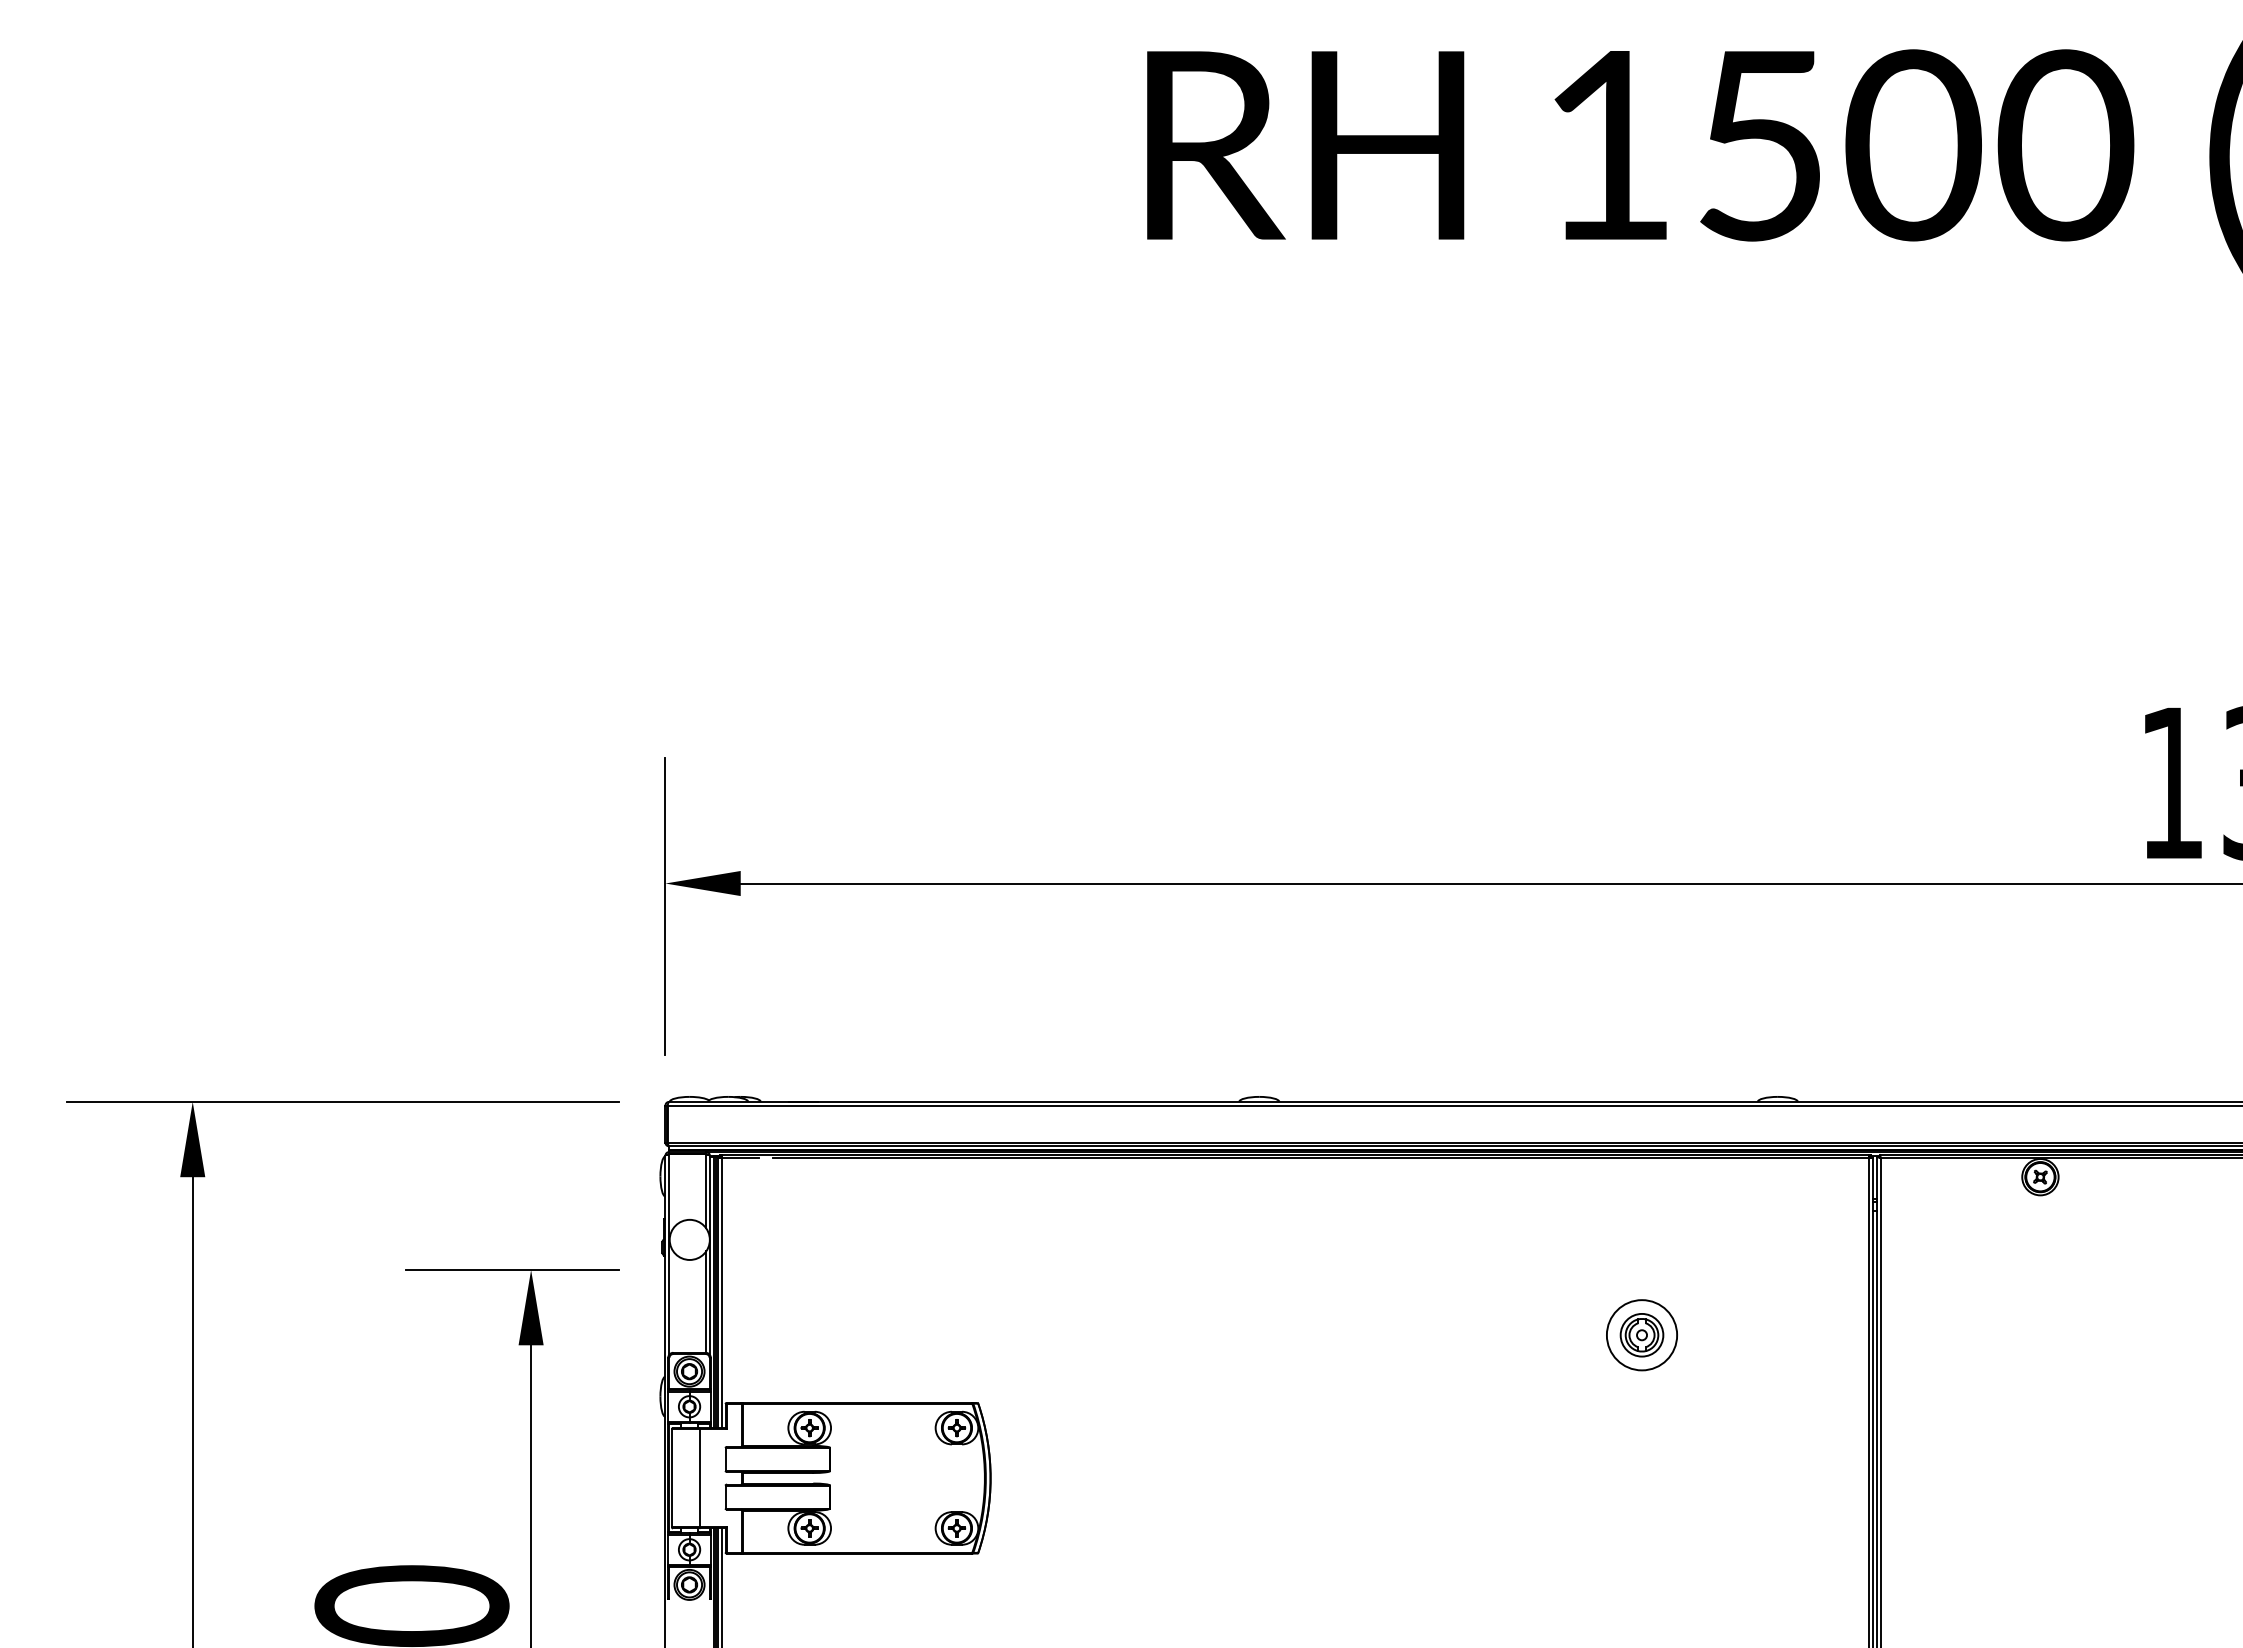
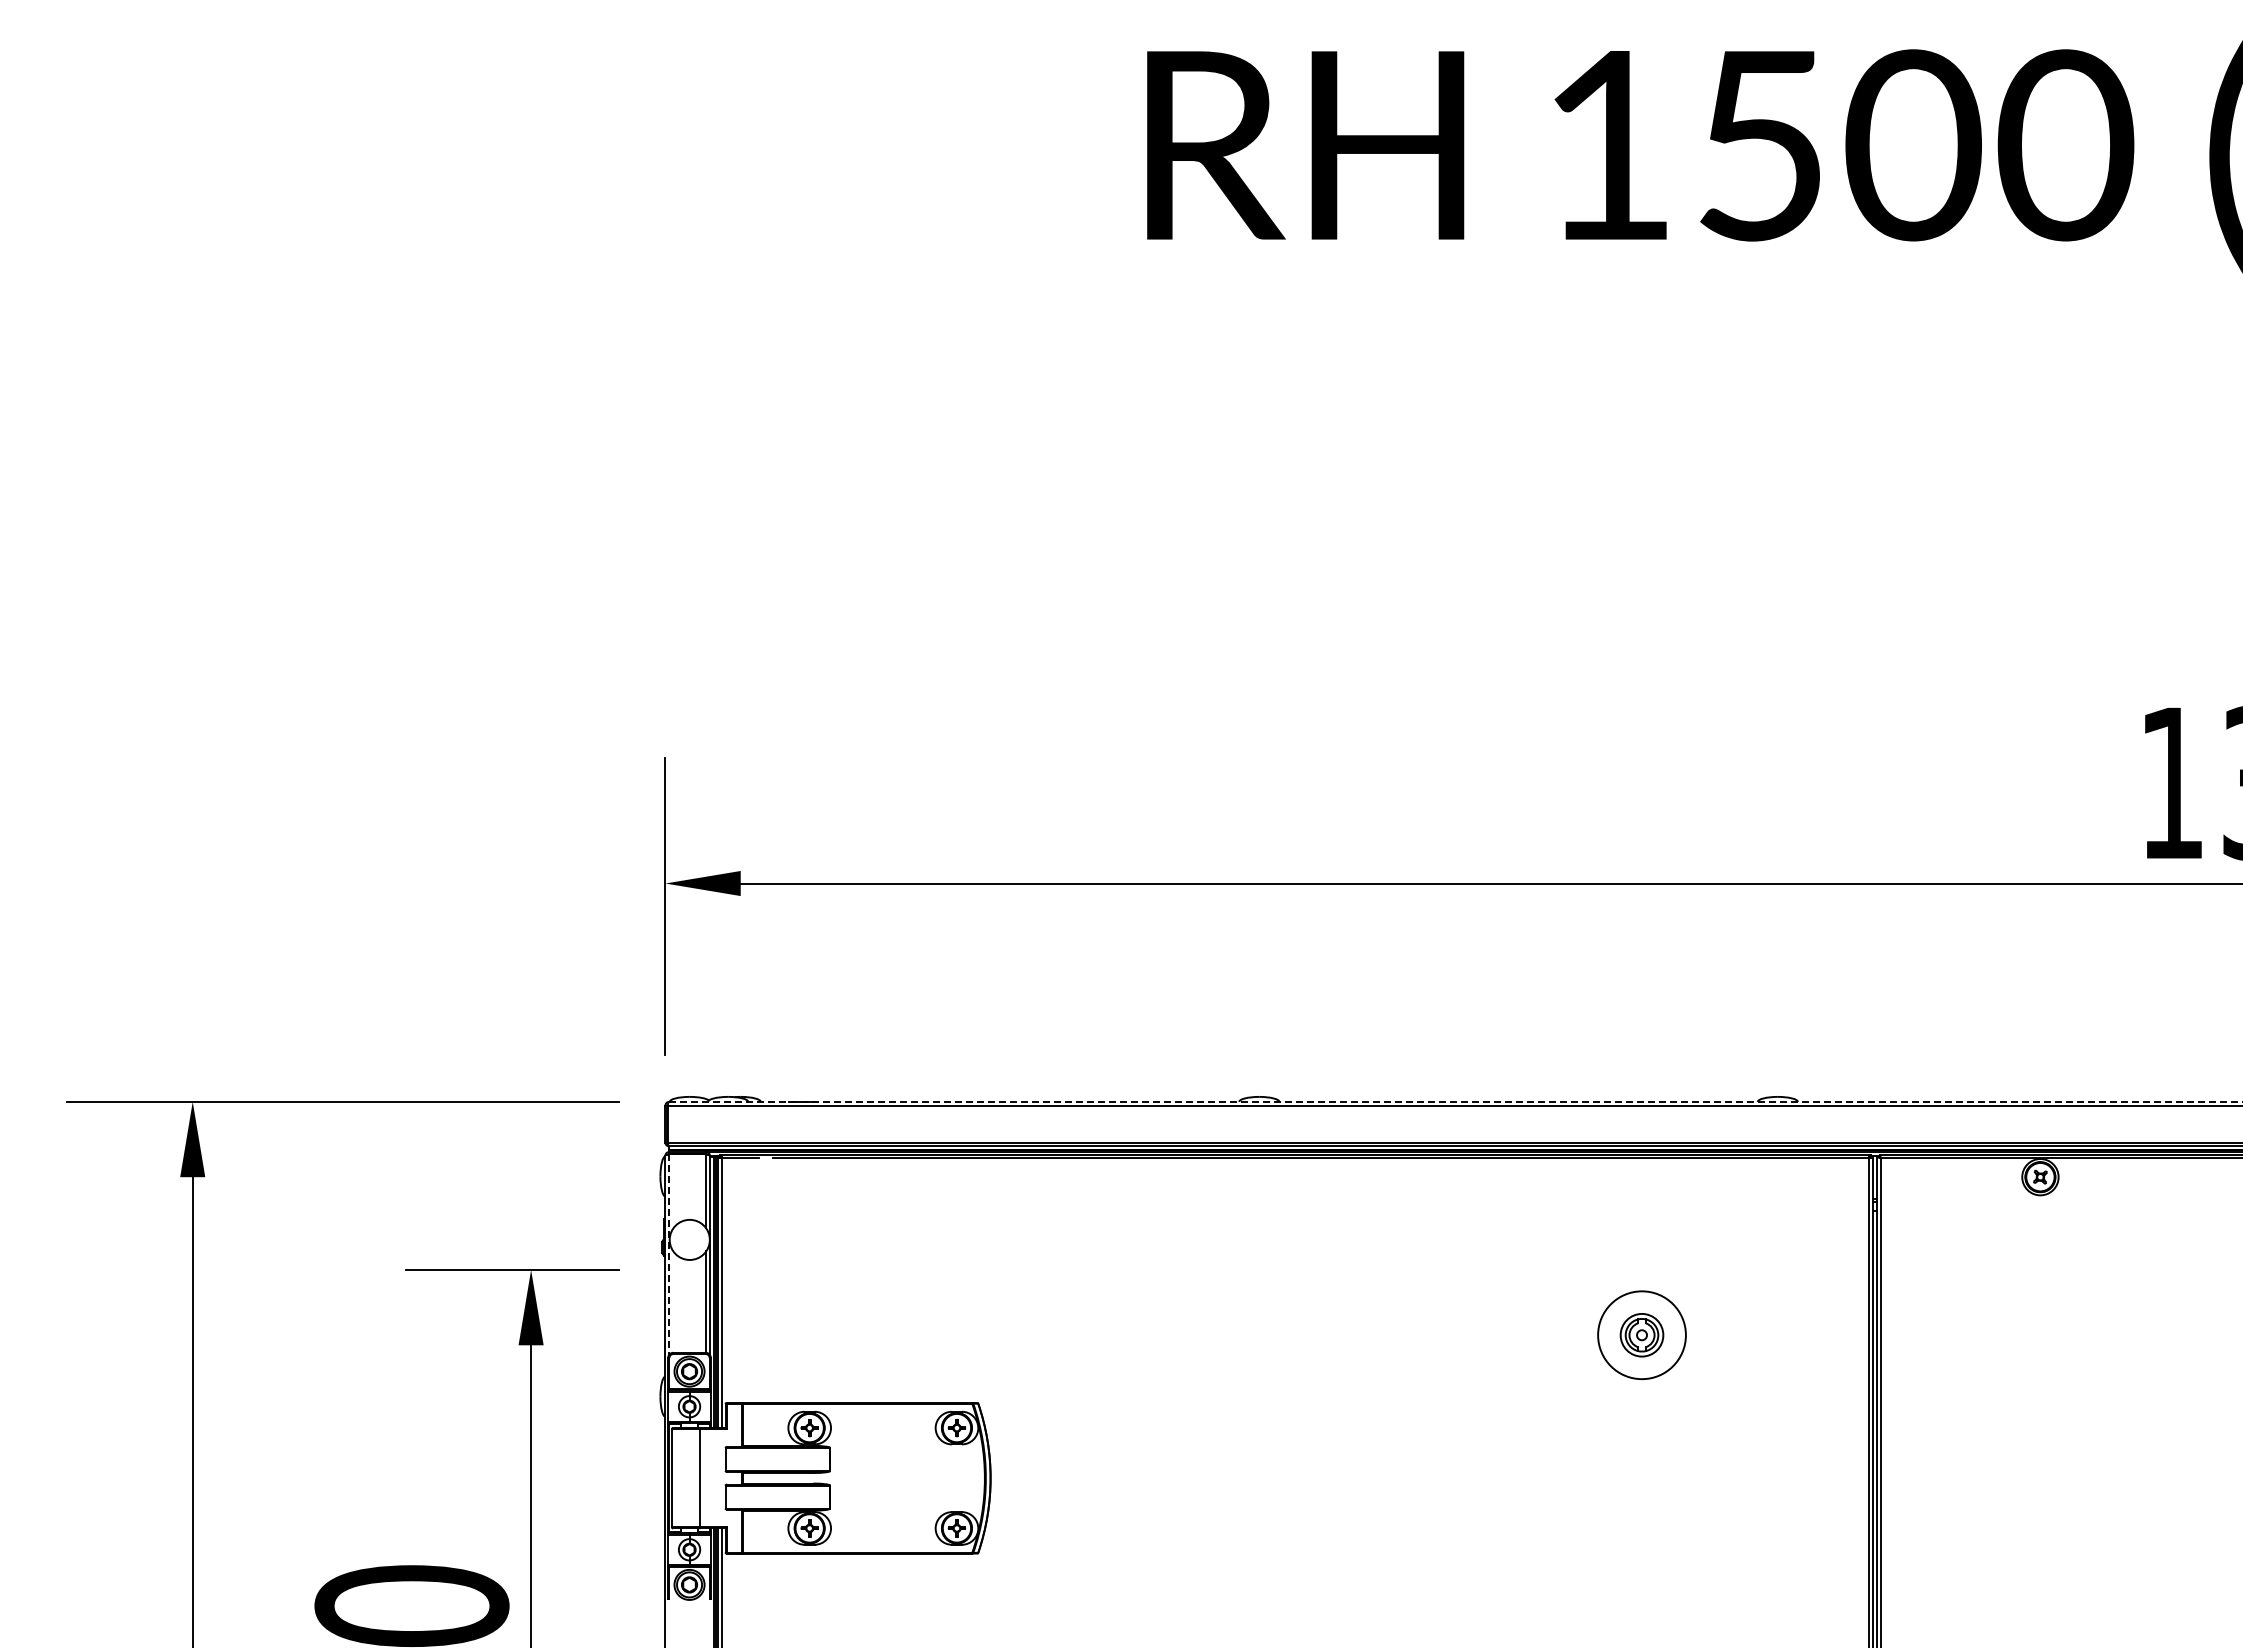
line at (1455, 1101): solid -> dashed
line at (669, 1255): solid -> dashed
circle at (1641, 1335) diameter: 70 px -> 88 px
